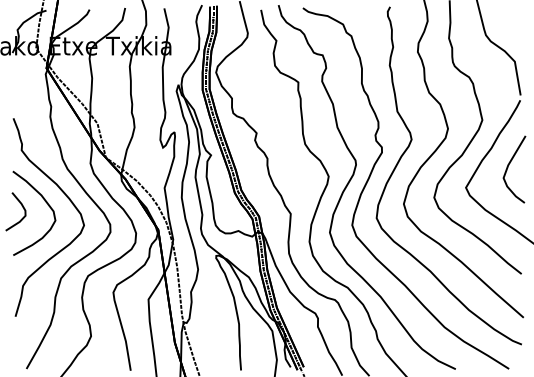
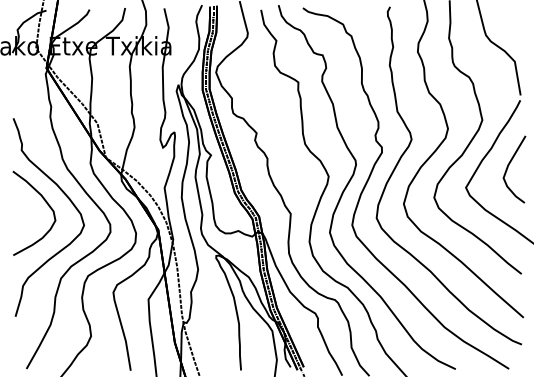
curve at (22, 207): present -> none
